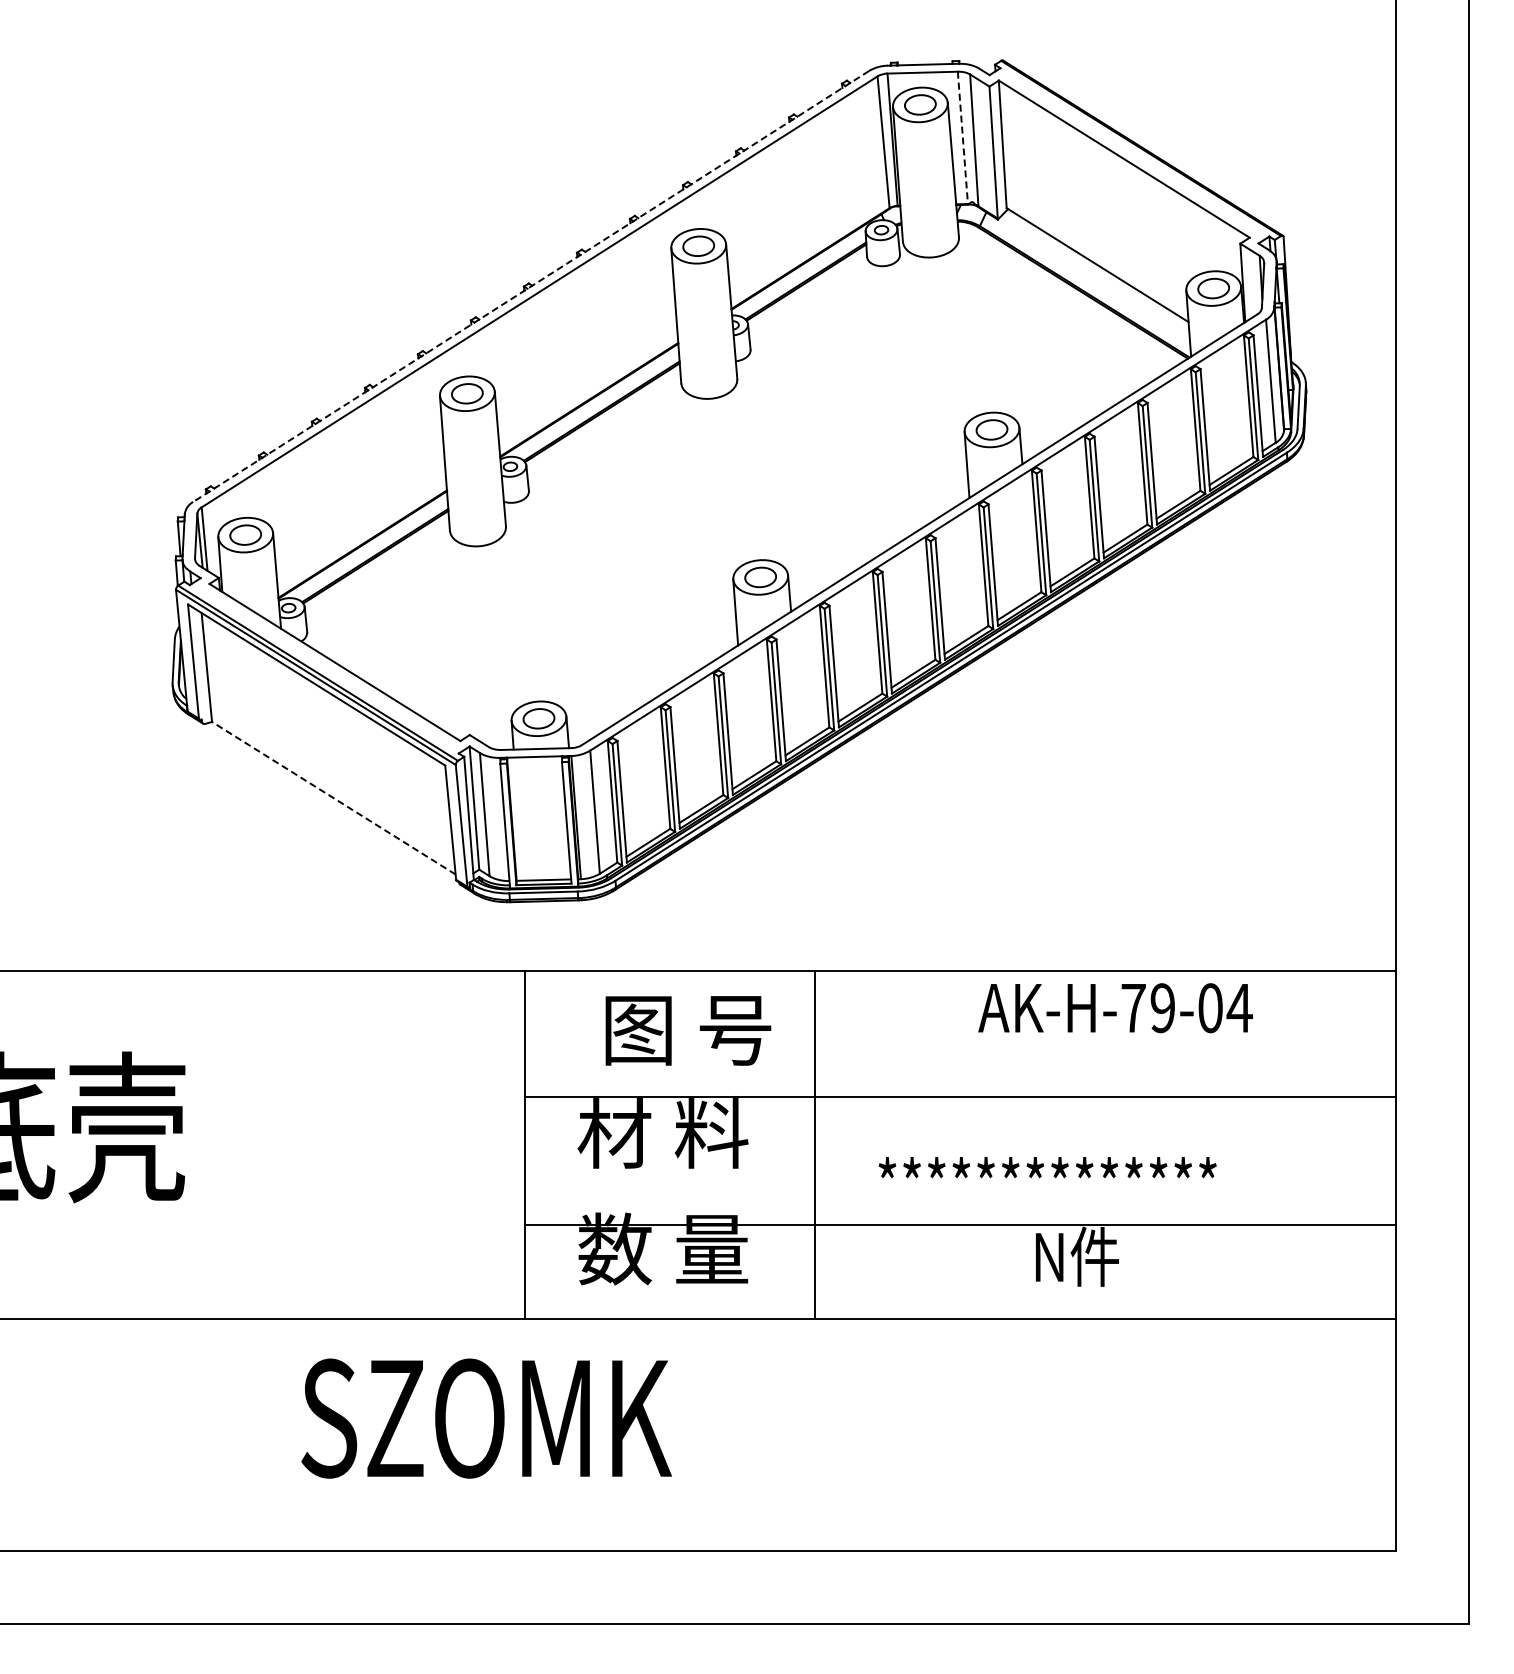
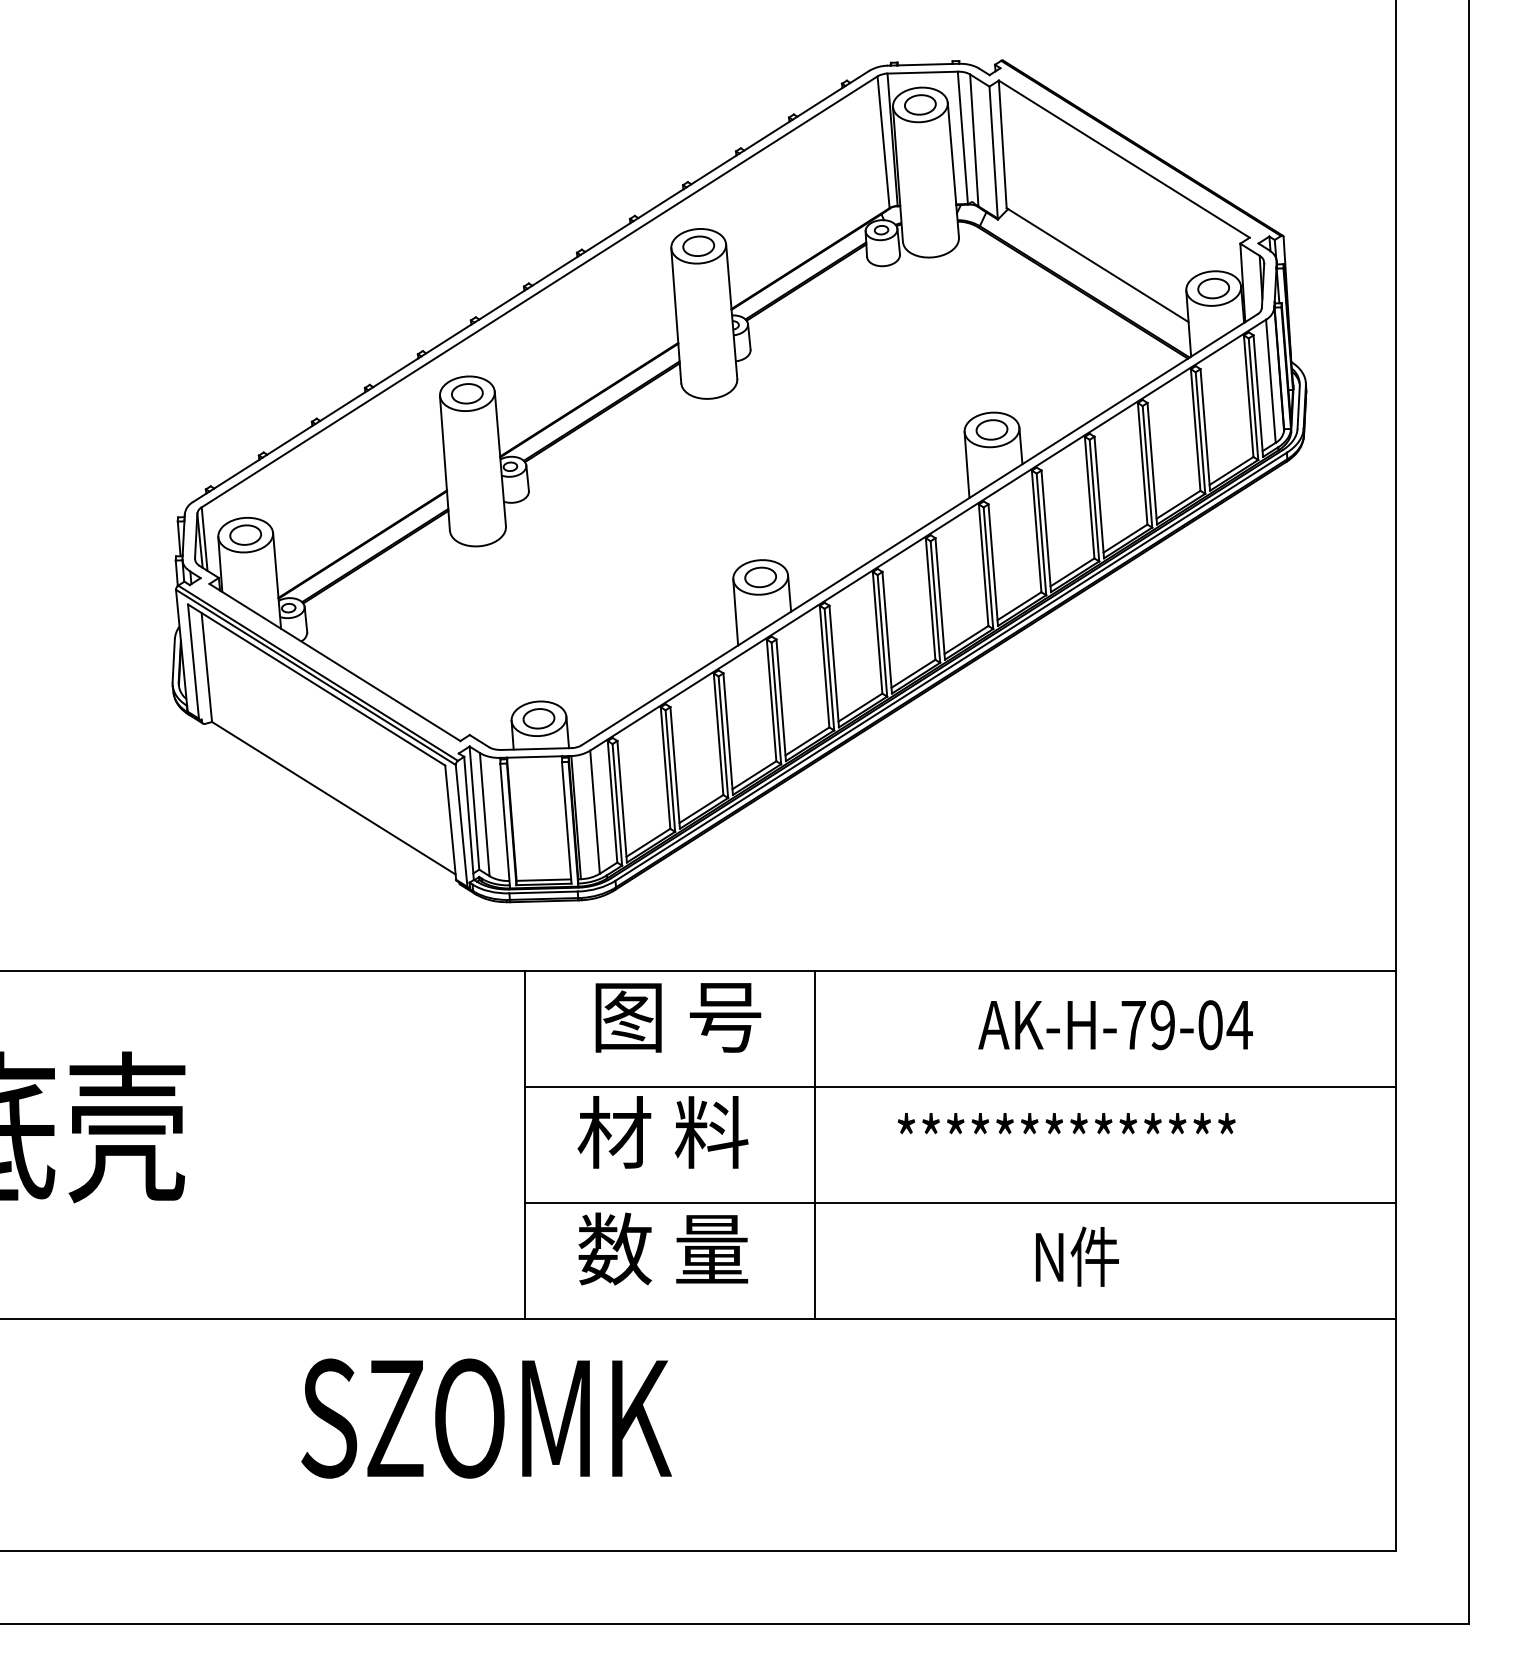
line at (962, 138): dashed -> solid
line at (531, 286): dashed -> solid
line at (333, 798): dashed -> solid
text at (1115, 1008) position: (1115, 1008) -> (1115, 1025)
text at (688, 1030) position: (688, 1030) -> (678, 1017)
line at (960, 1096) position: (960, 1096) -> (960, 1086)
text at (1047, 1167) position: (1047, 1167) -> (1066, 1123)
line at (960, 1224) position: (960, 1224) -> (960, 1202)
